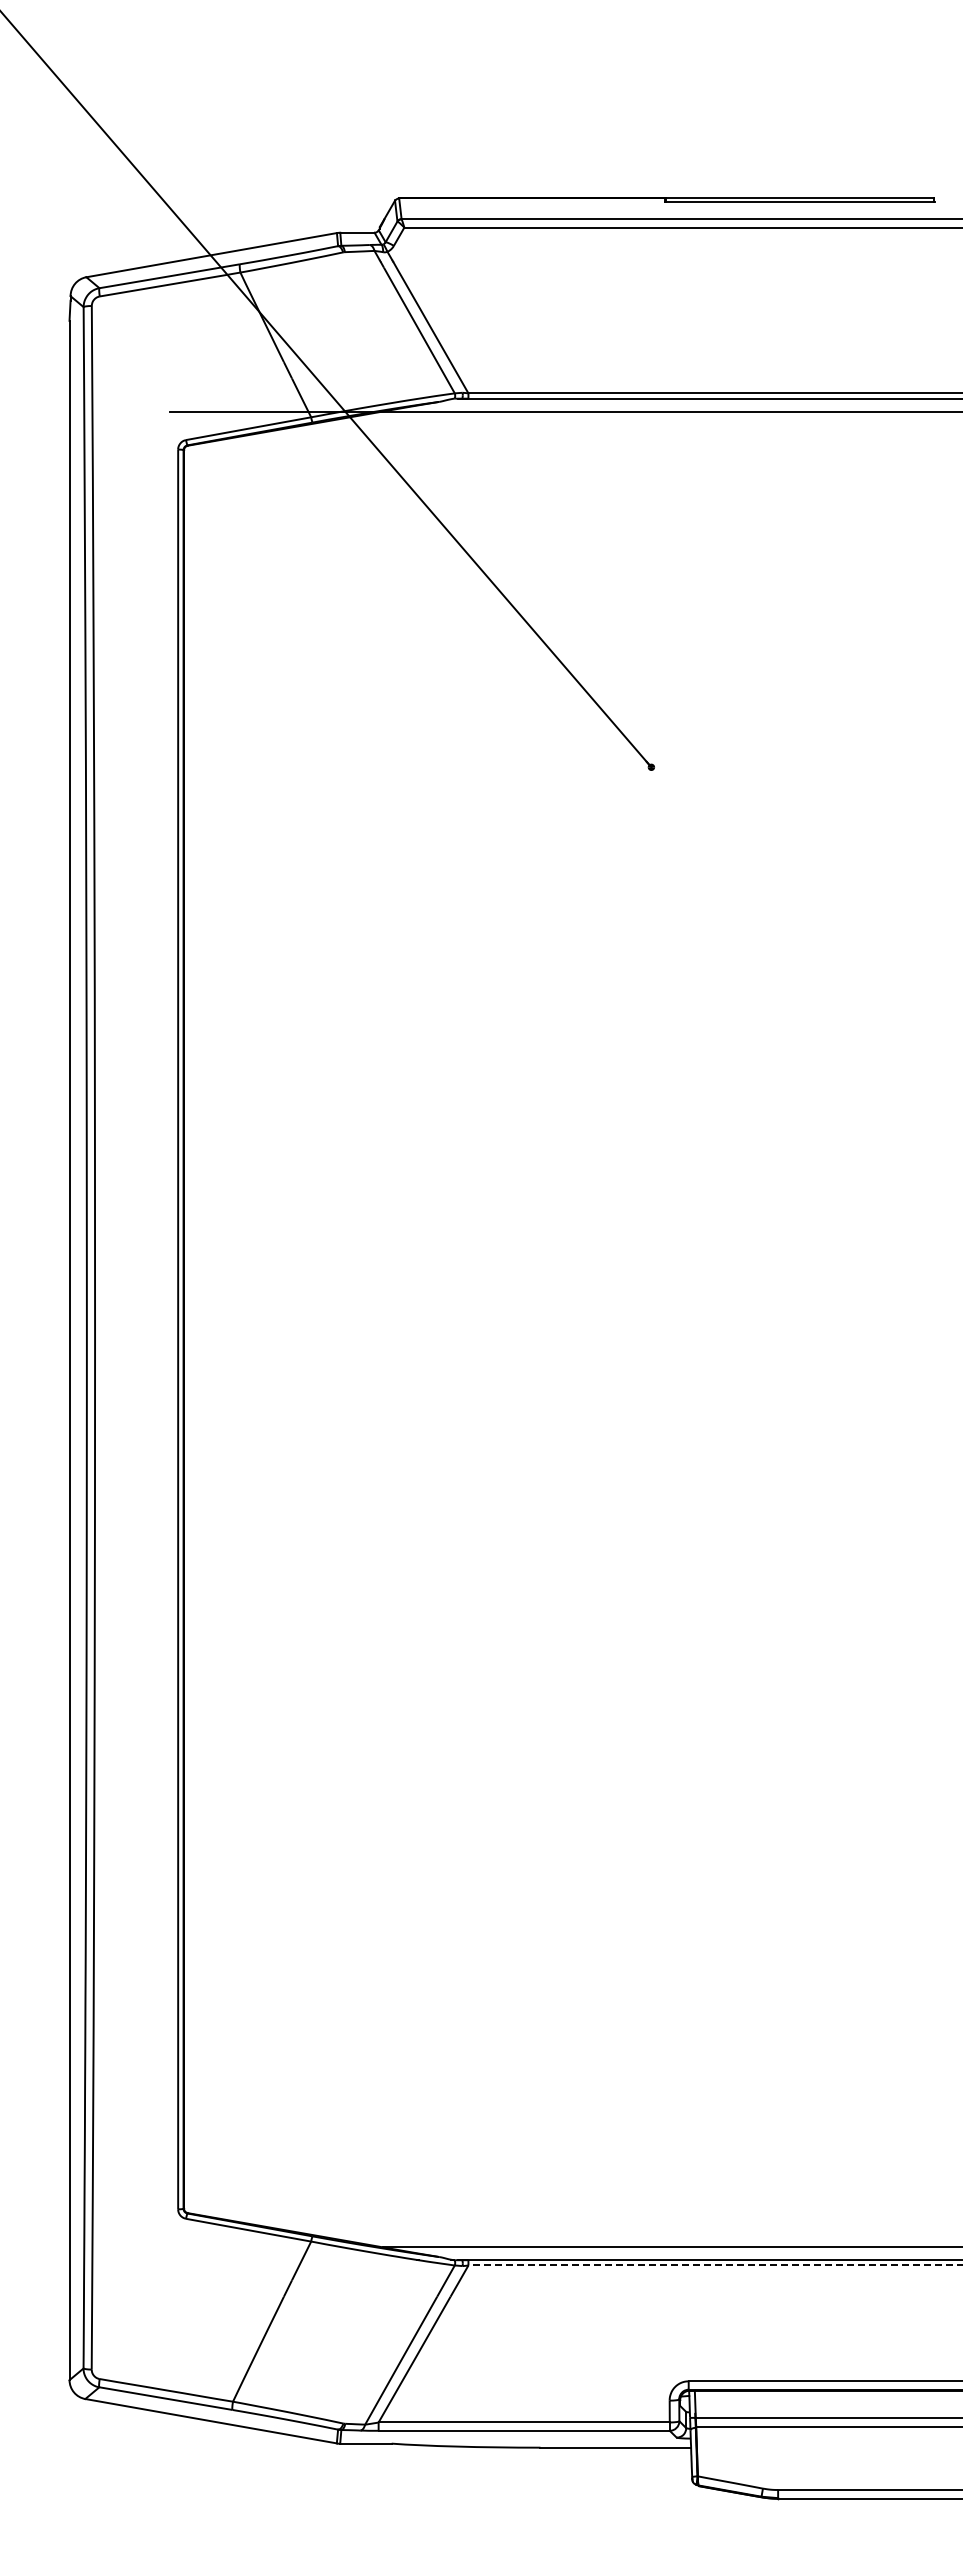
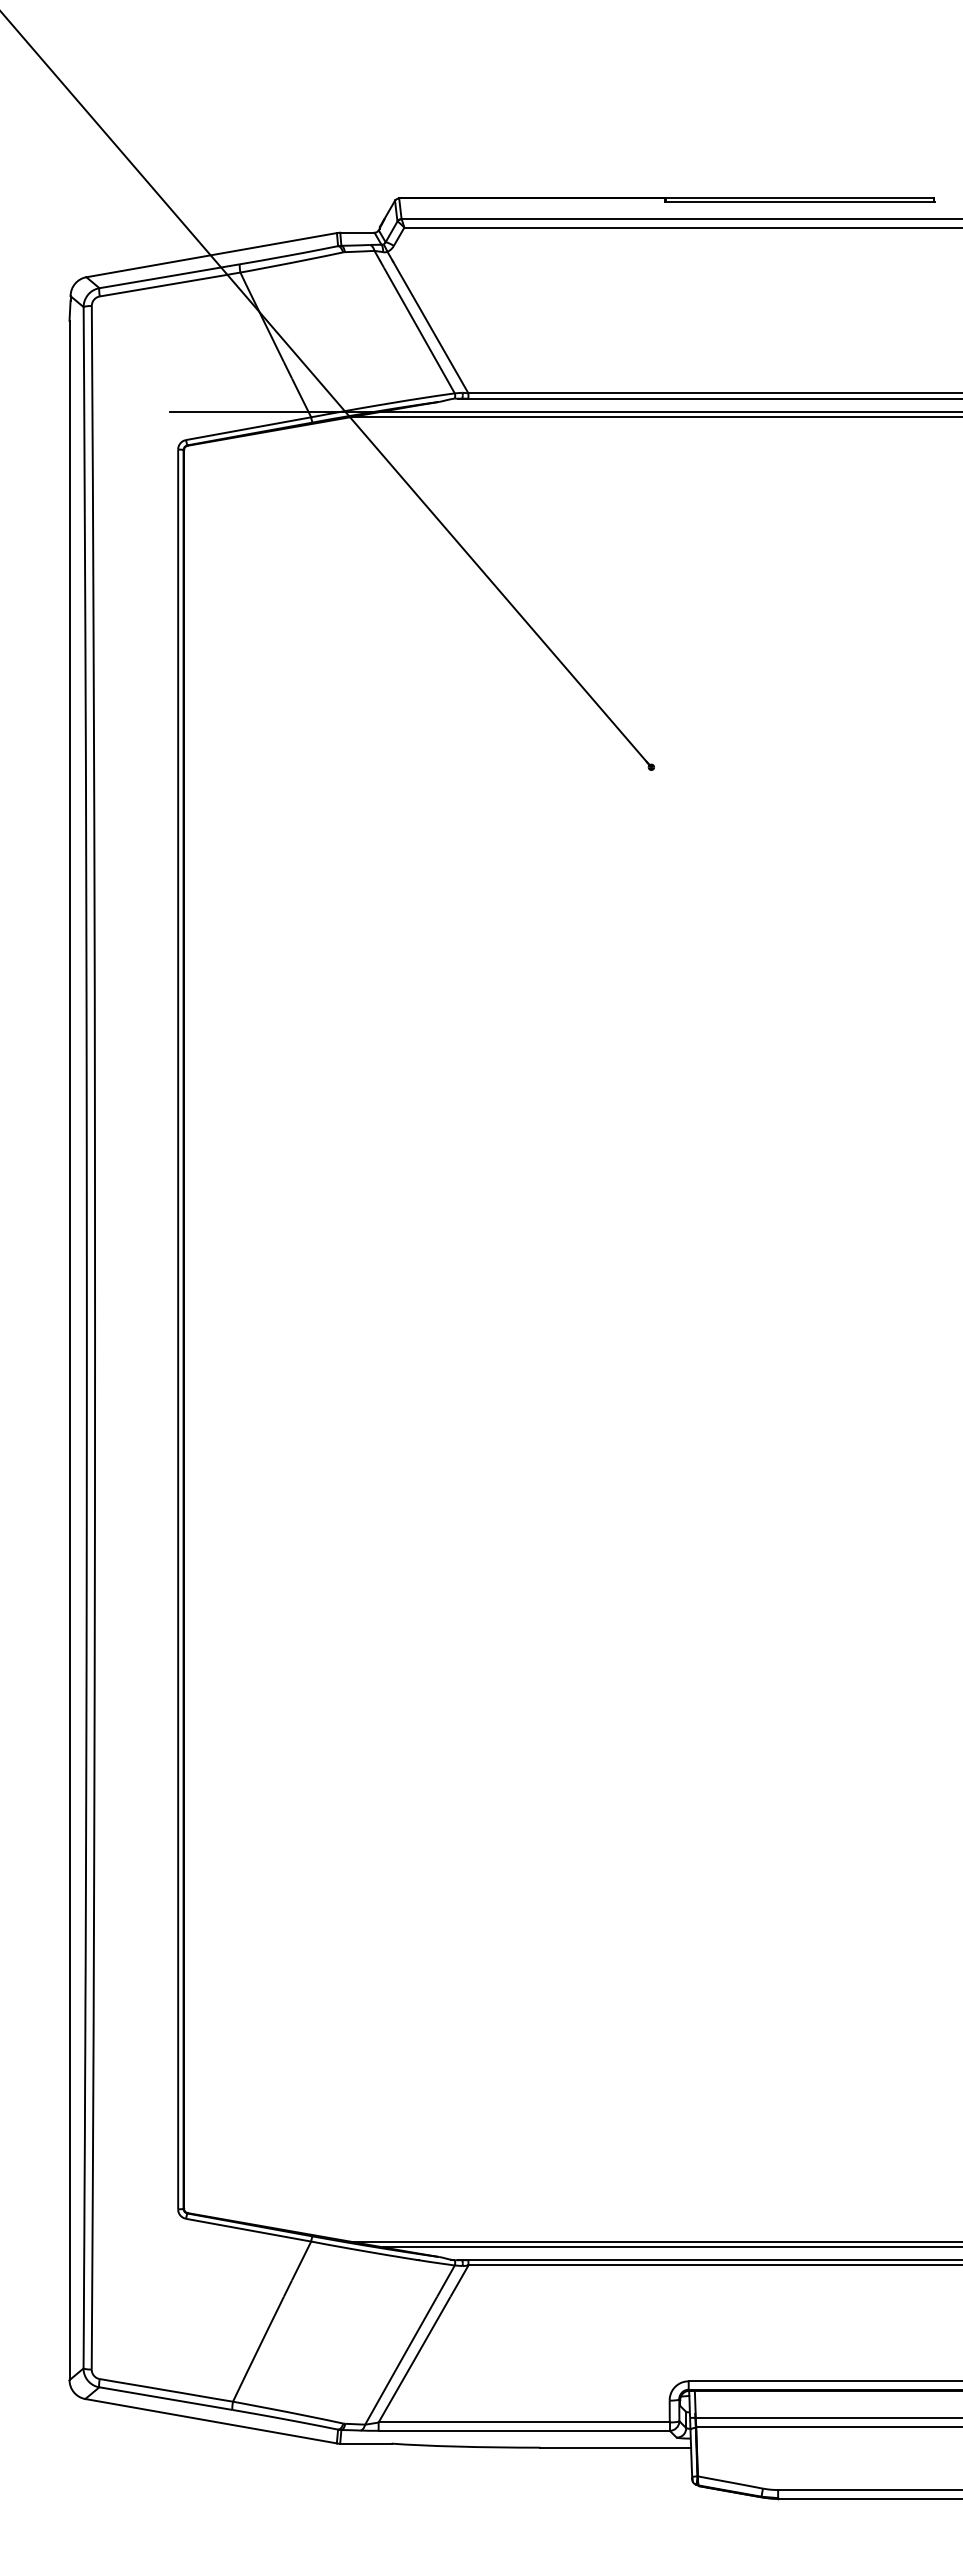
line at (655, 416): none -> present
line at (655, 2241): none -> present
line at (715, 2265): dashed -> solid
